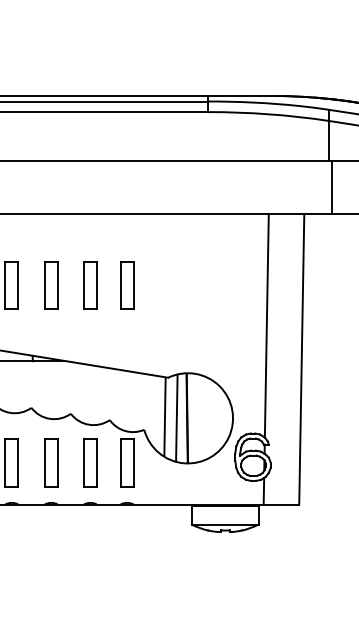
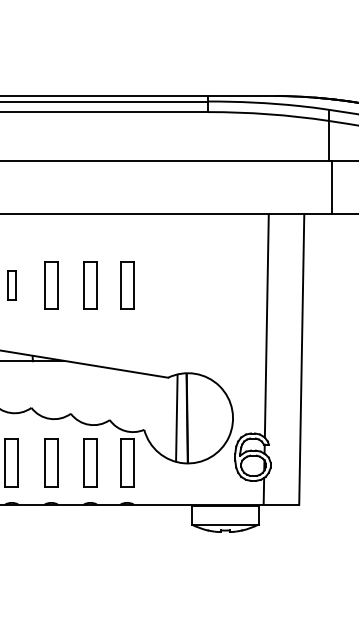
part at (11, 285) size: 15x49 px -> 10x31 px
line at (164, 416): present -> none
